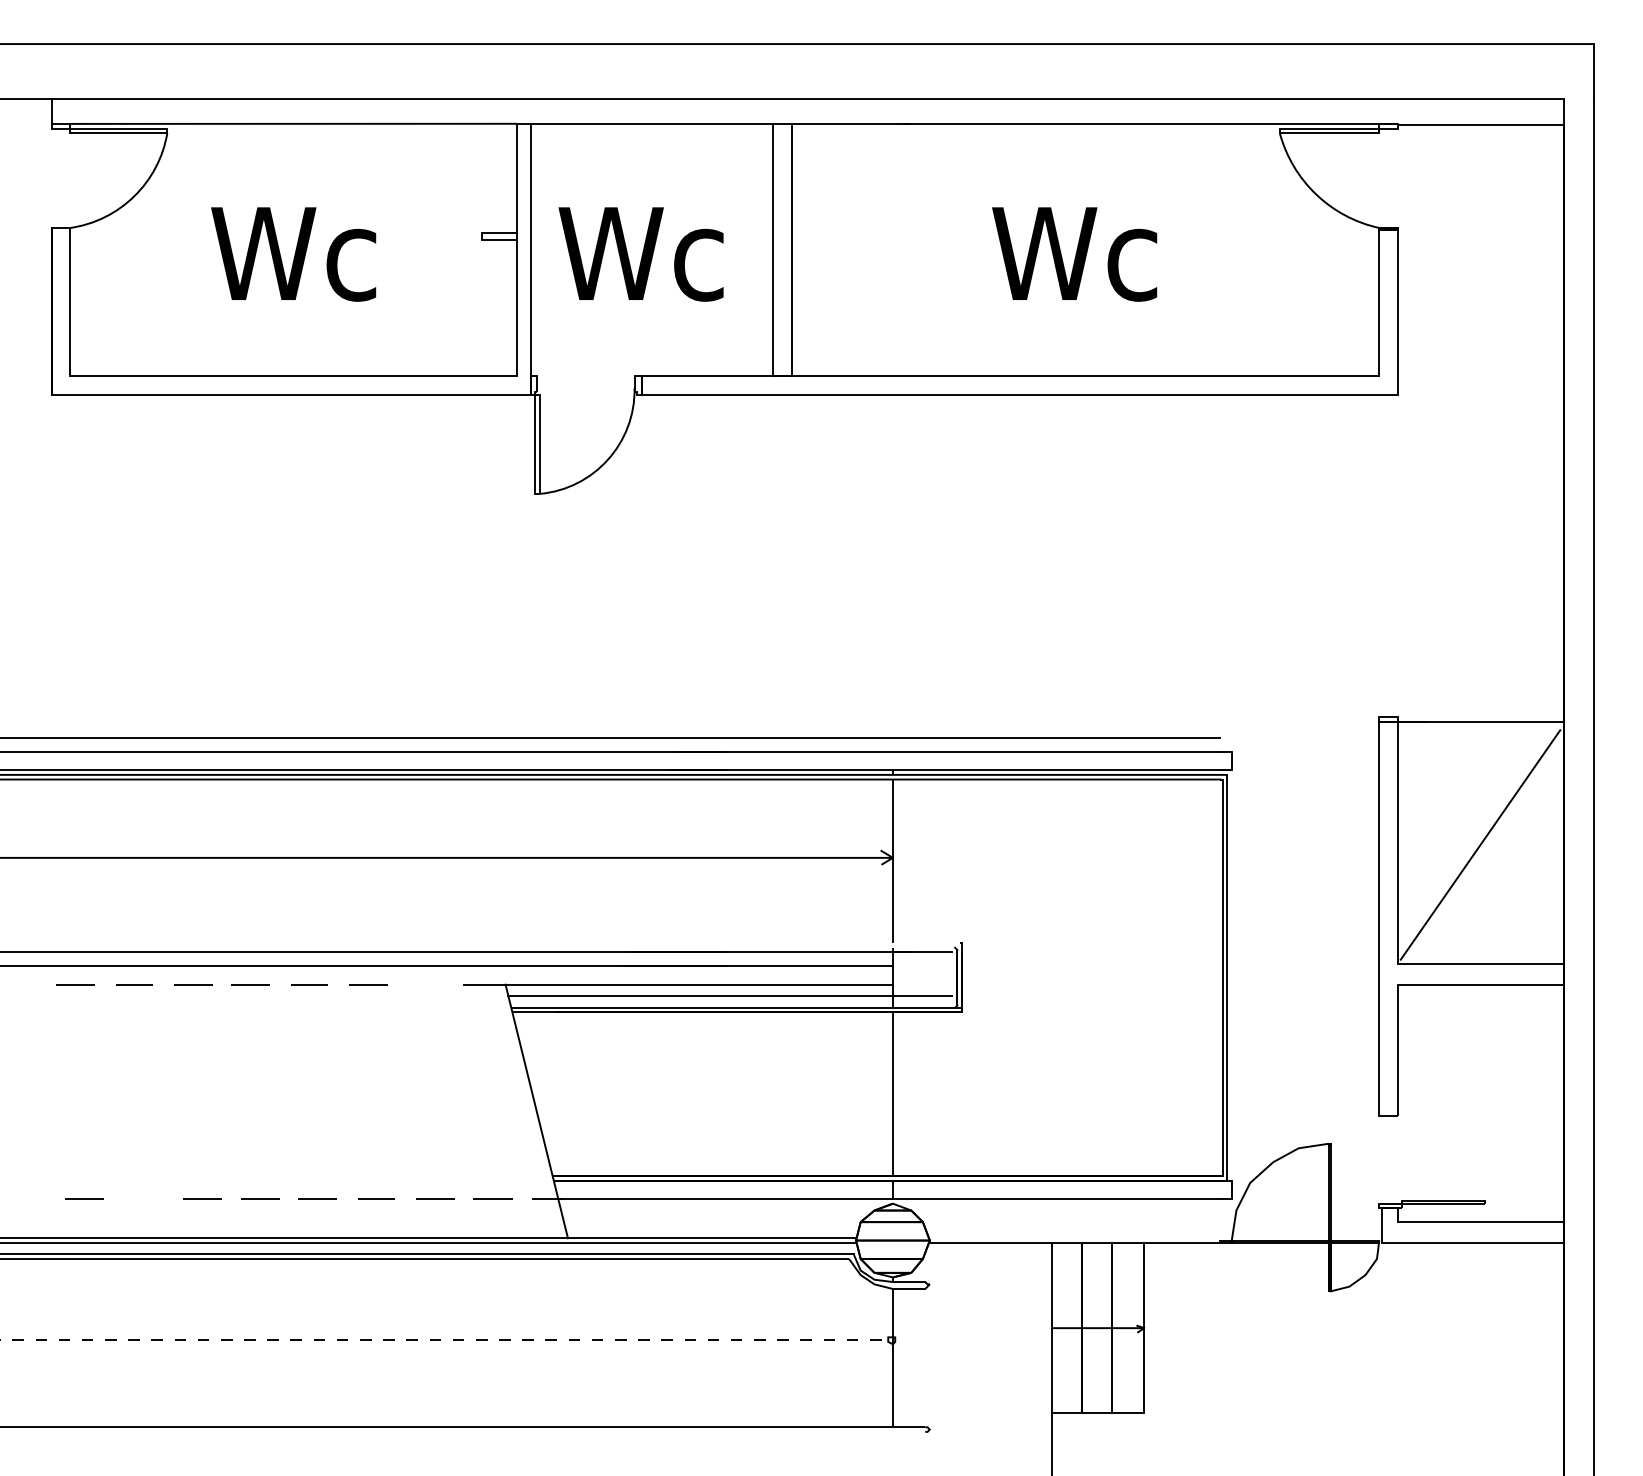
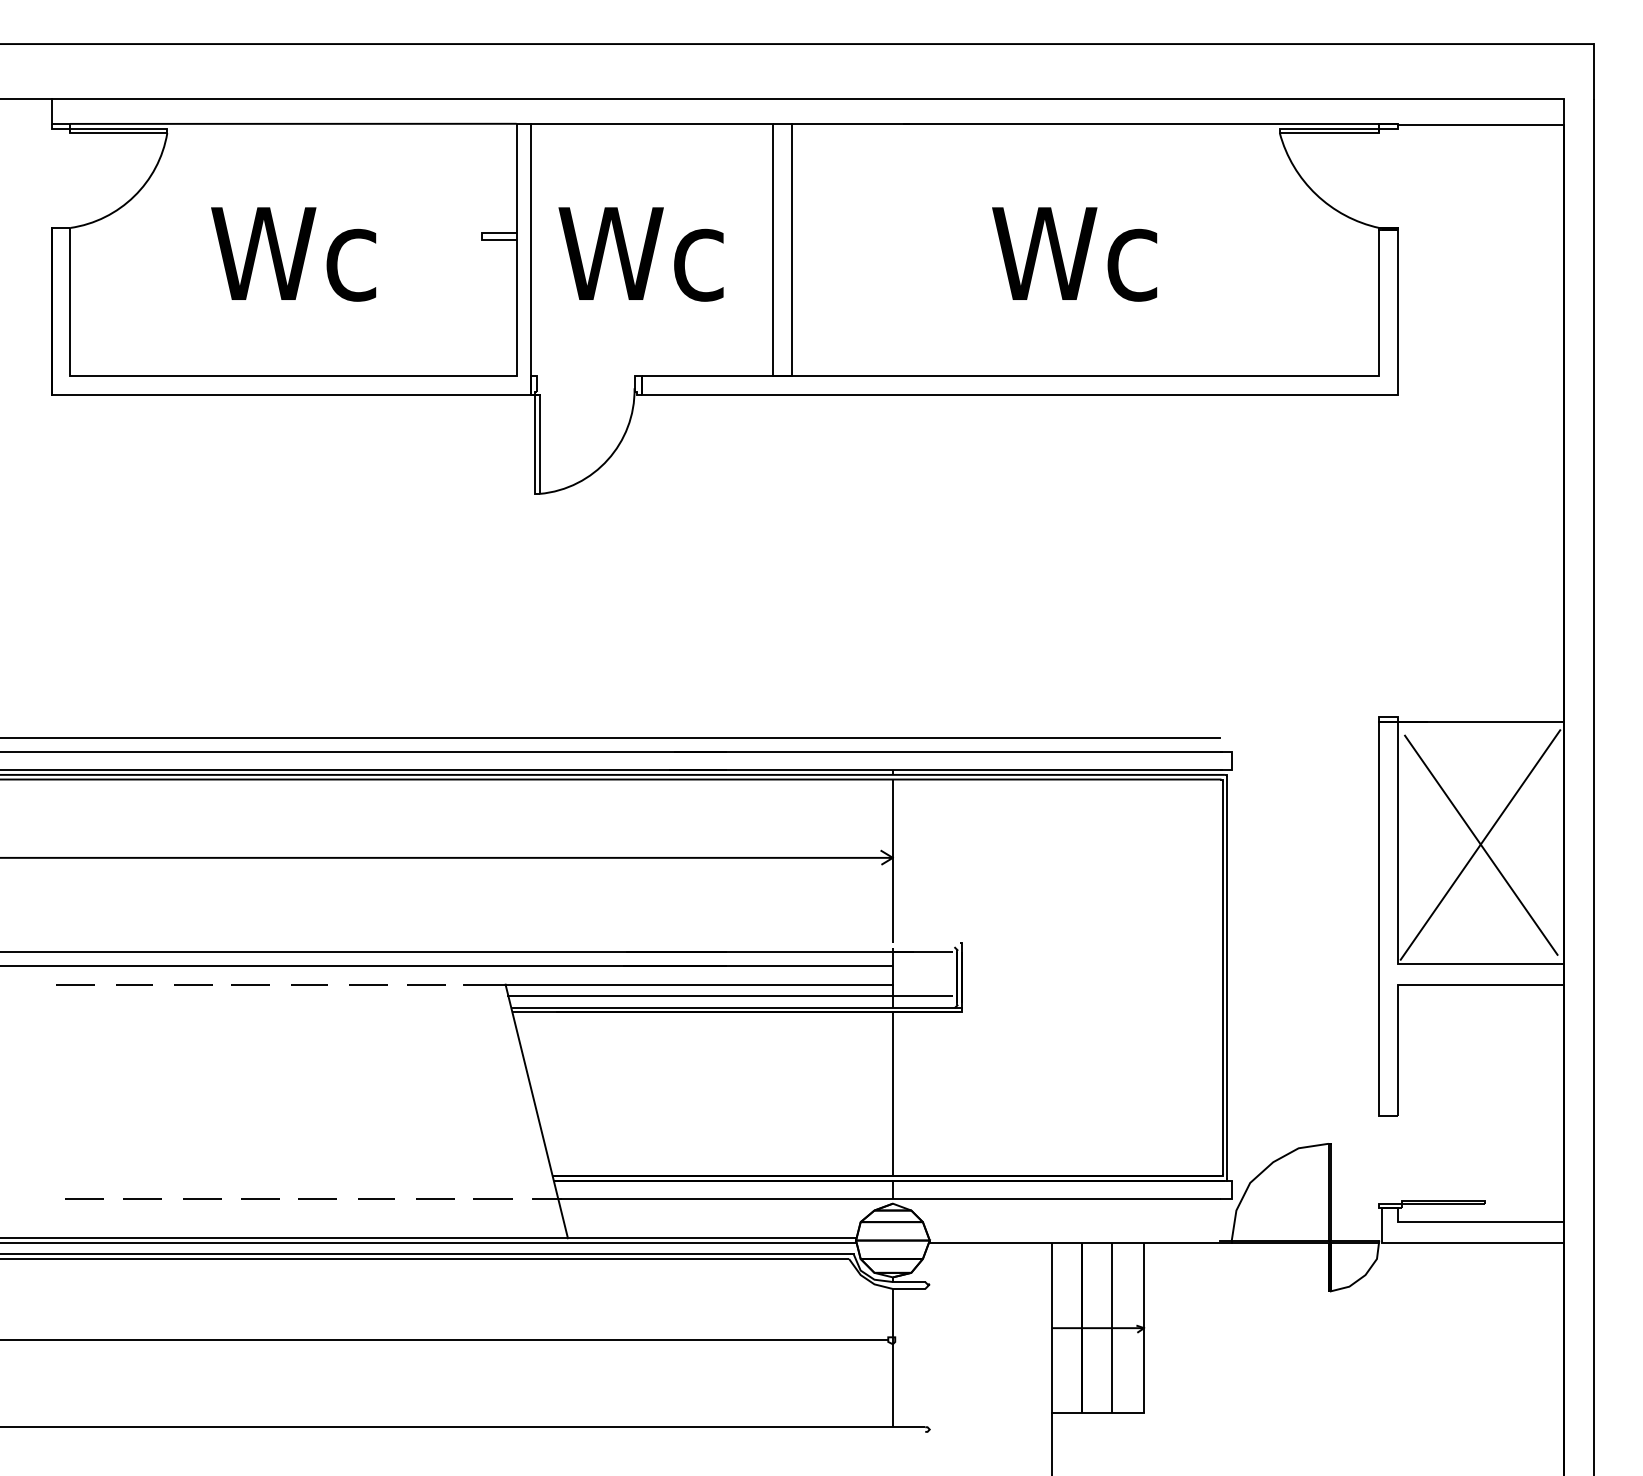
line at (1481, 844): none -> present
line at (426, 984): none -> present
line at (142, 1198): none -> present
line at (444, 1339): dashed -> solid
